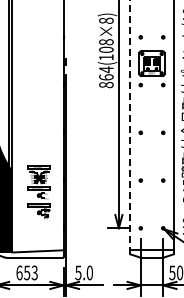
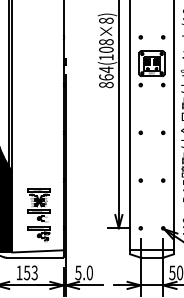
line at (130, 127): dashed -> solid
part at (38, 192) position: (38, 192) -> (38, 215)
text at (19, 272): 653 -> 153
